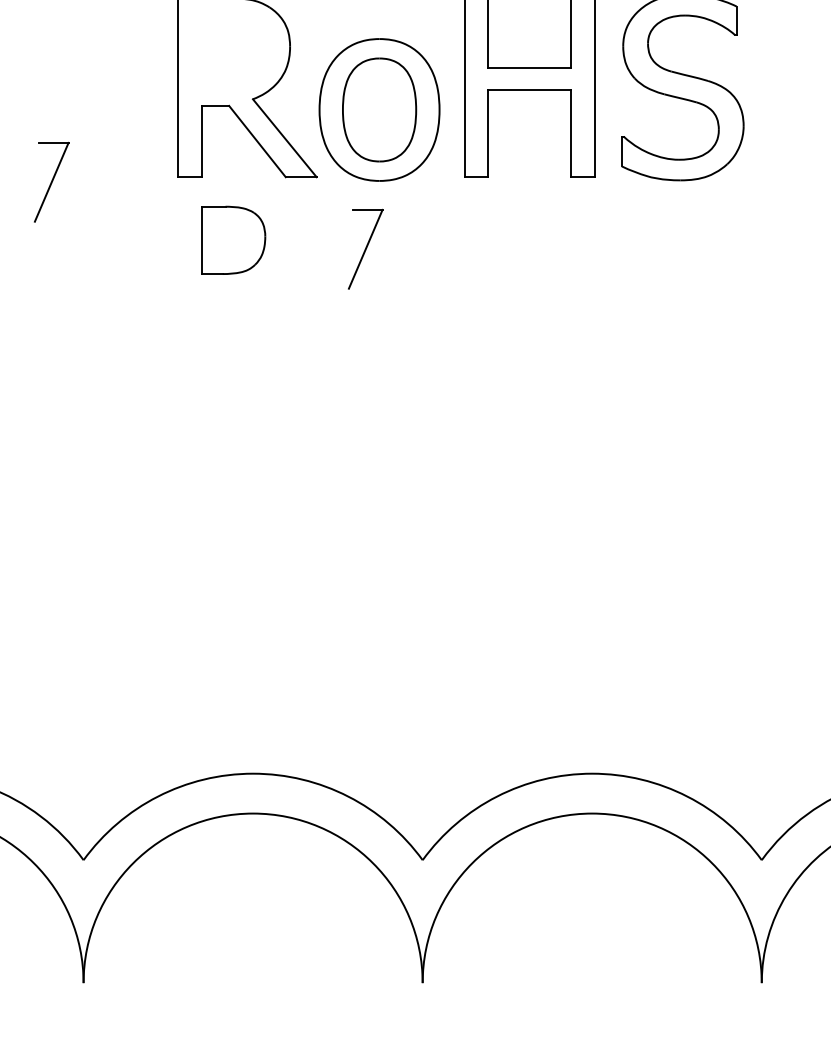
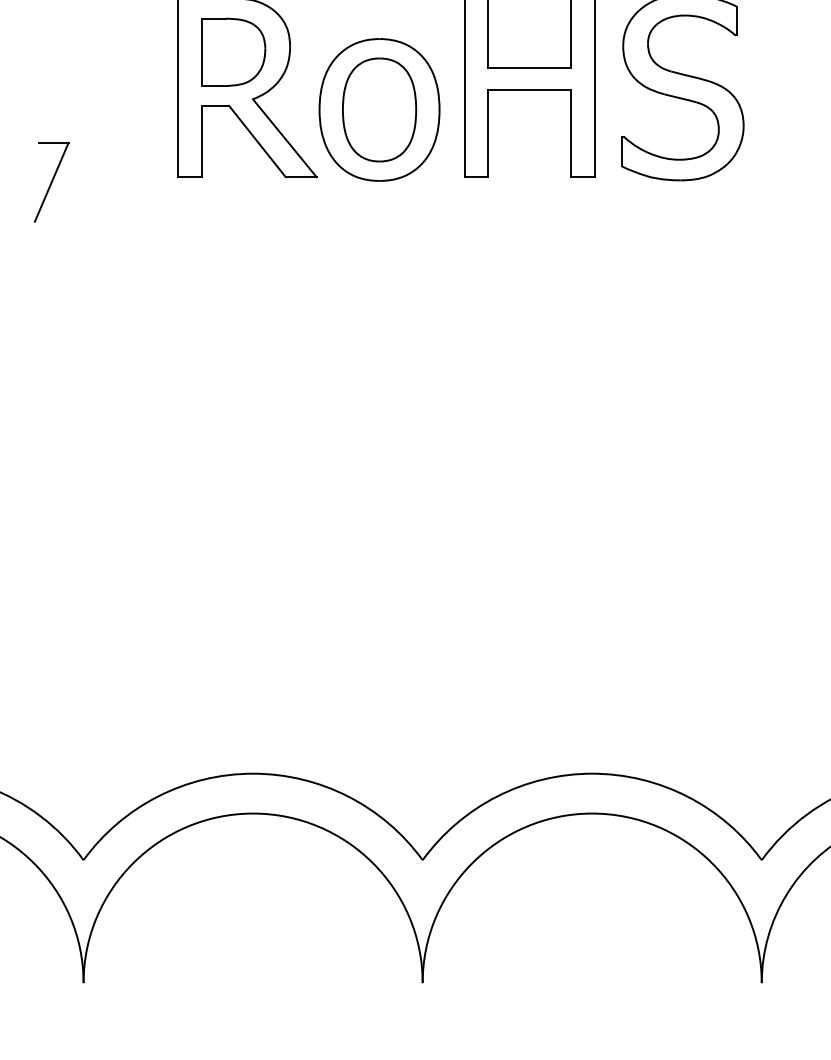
part at (233, 239) position: (233, 239) -> (233, 51)
part at (365, 248): present -> none
